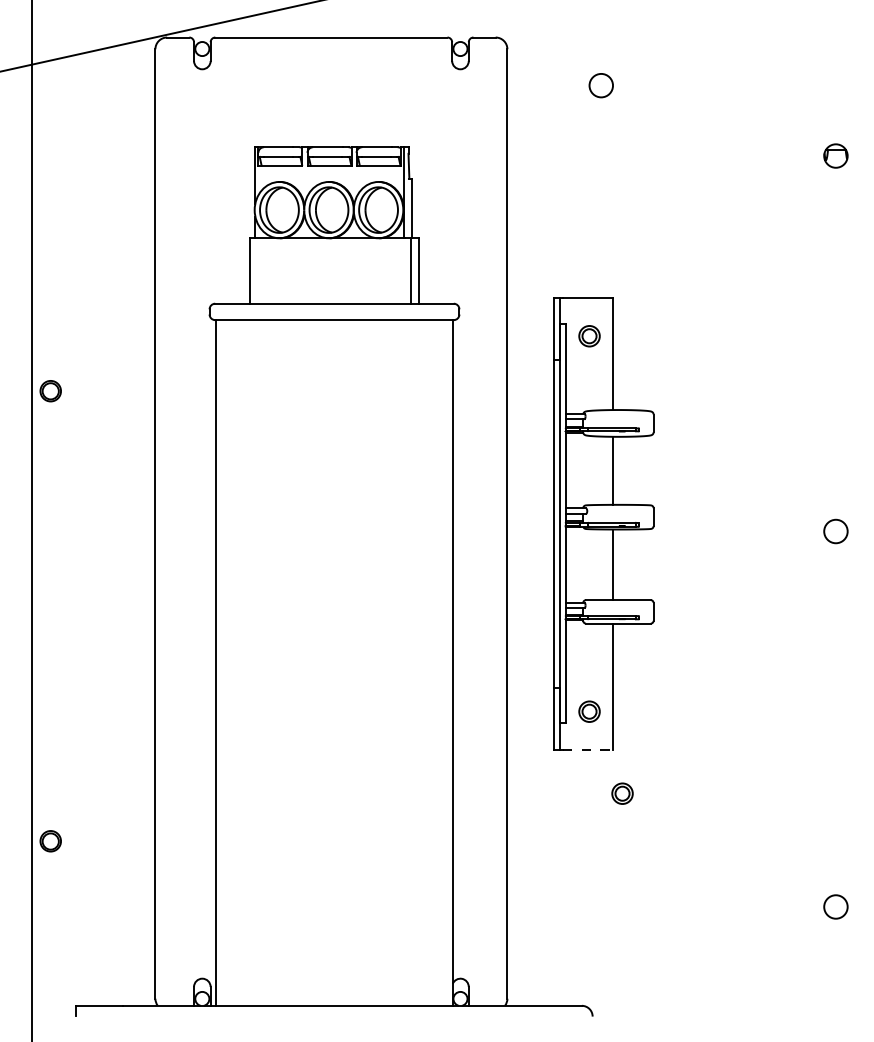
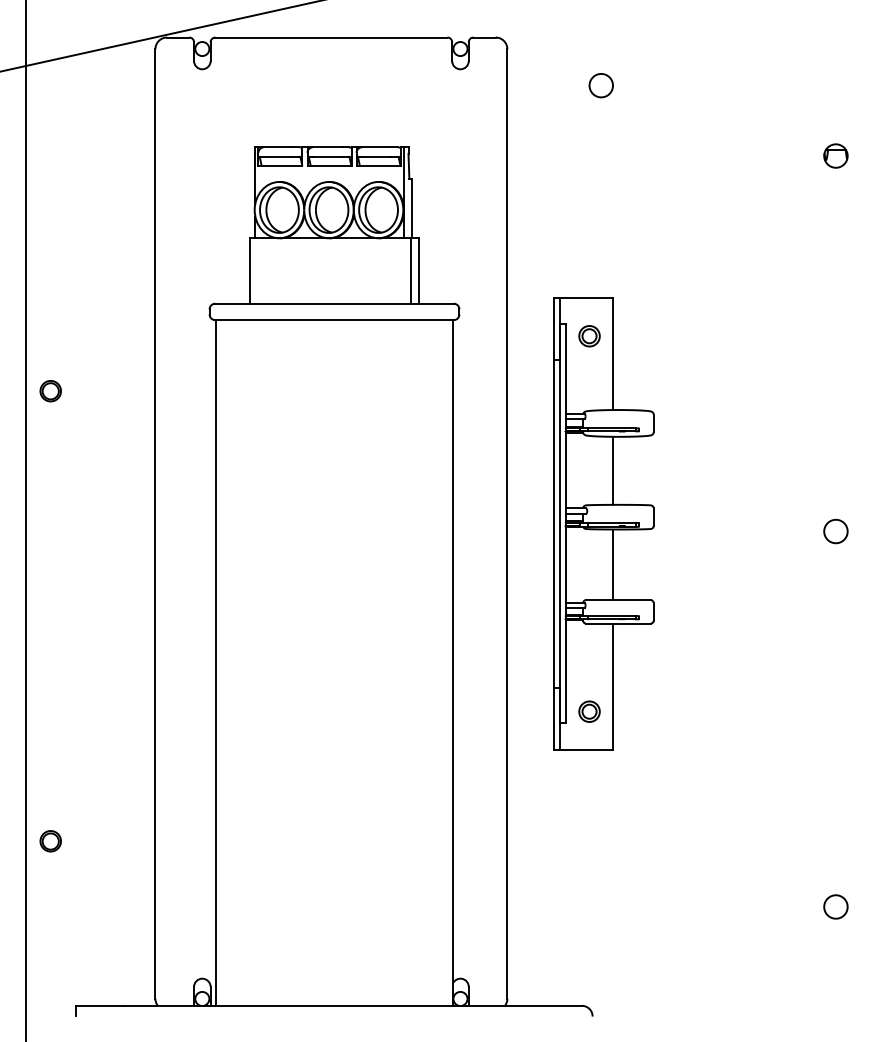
line at (32, 520) position: (32, 520) -> (26, 520)
line at (588, 749): dashed -> solid
part at (622, 793): present -> none
